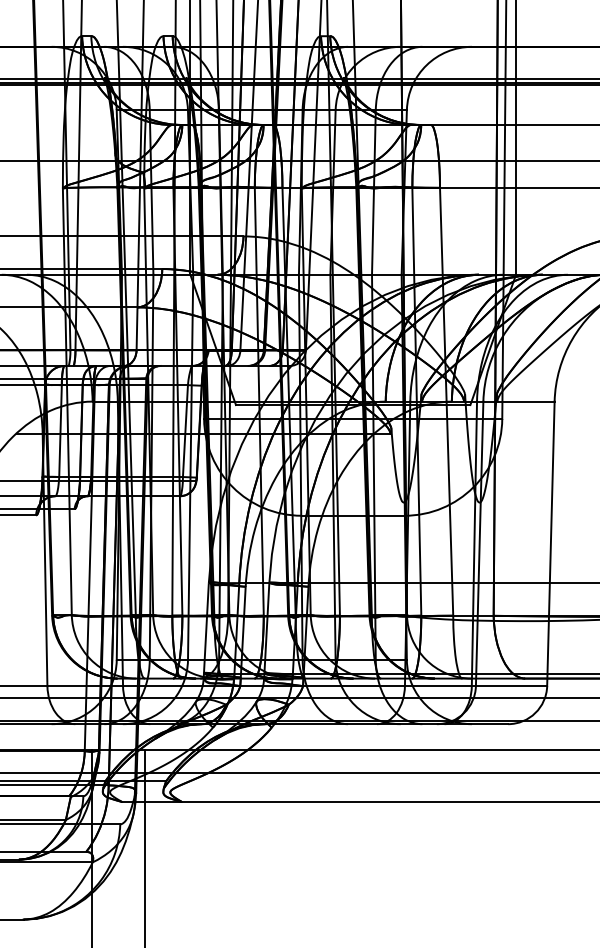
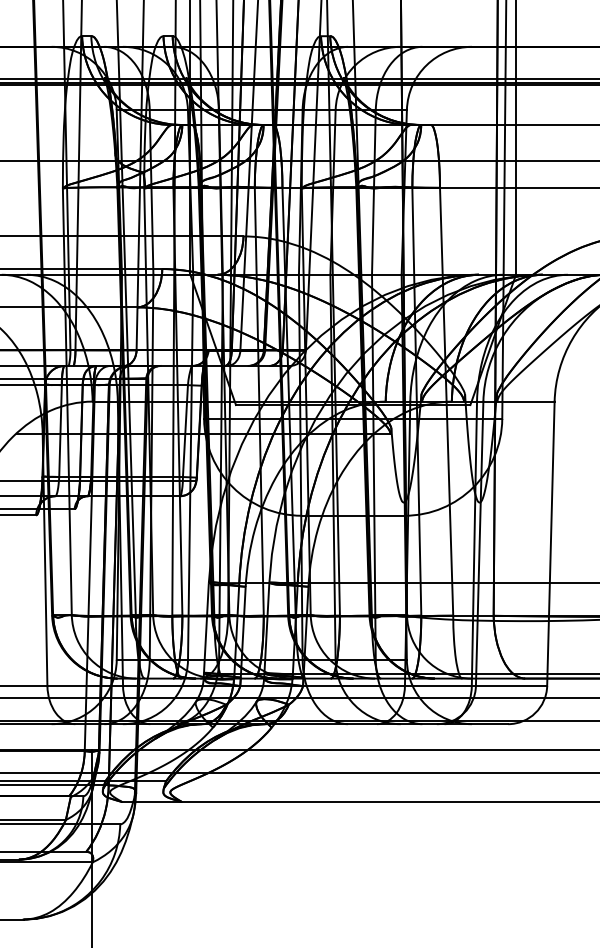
line at (144, 847): present -> none
